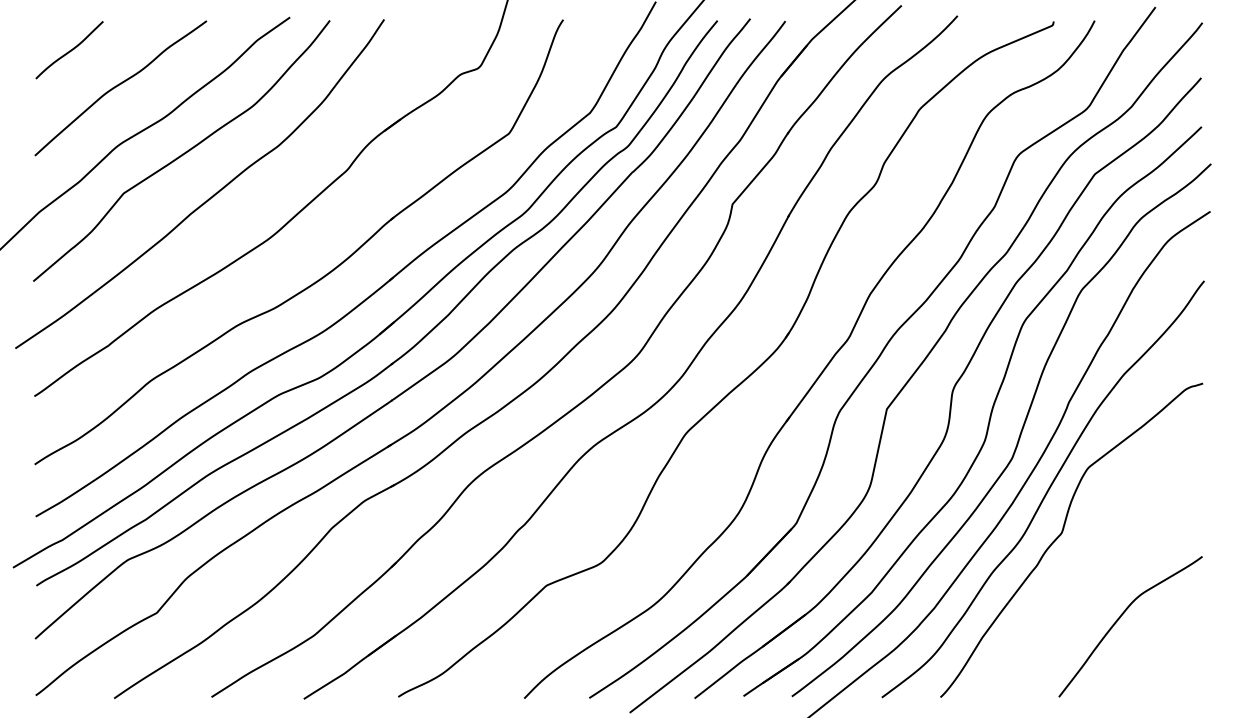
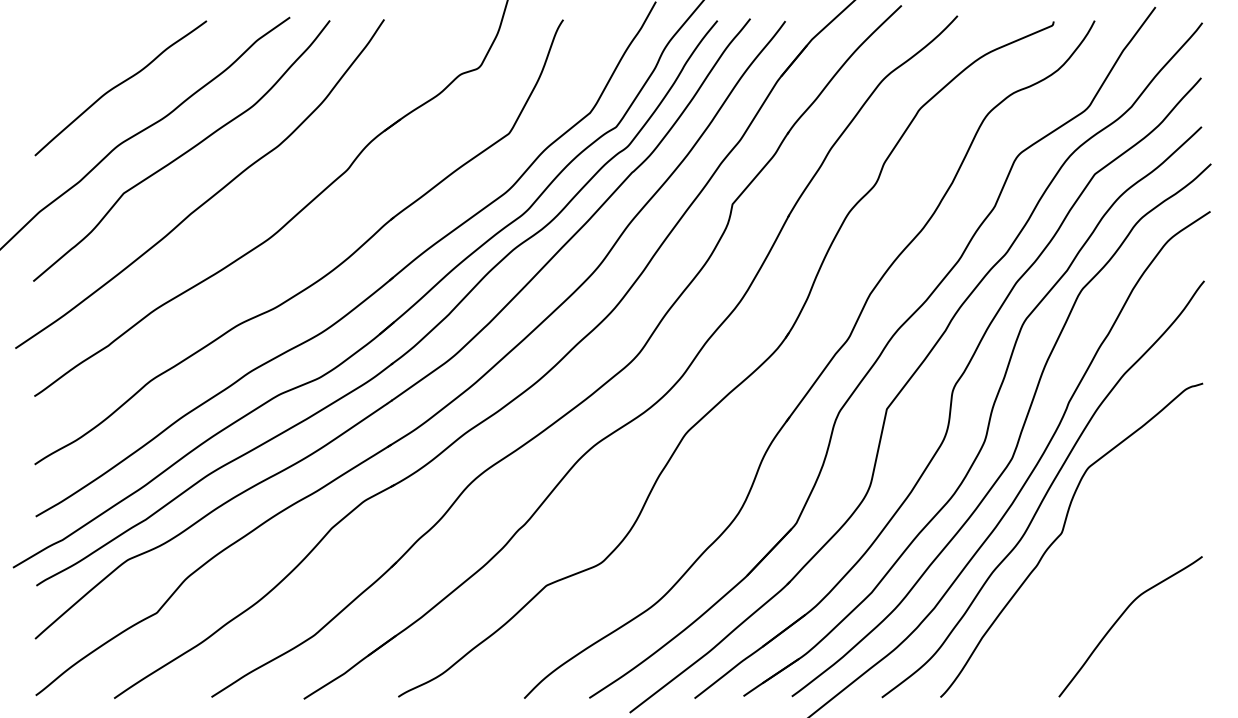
curve at (69, 50): present -> none
